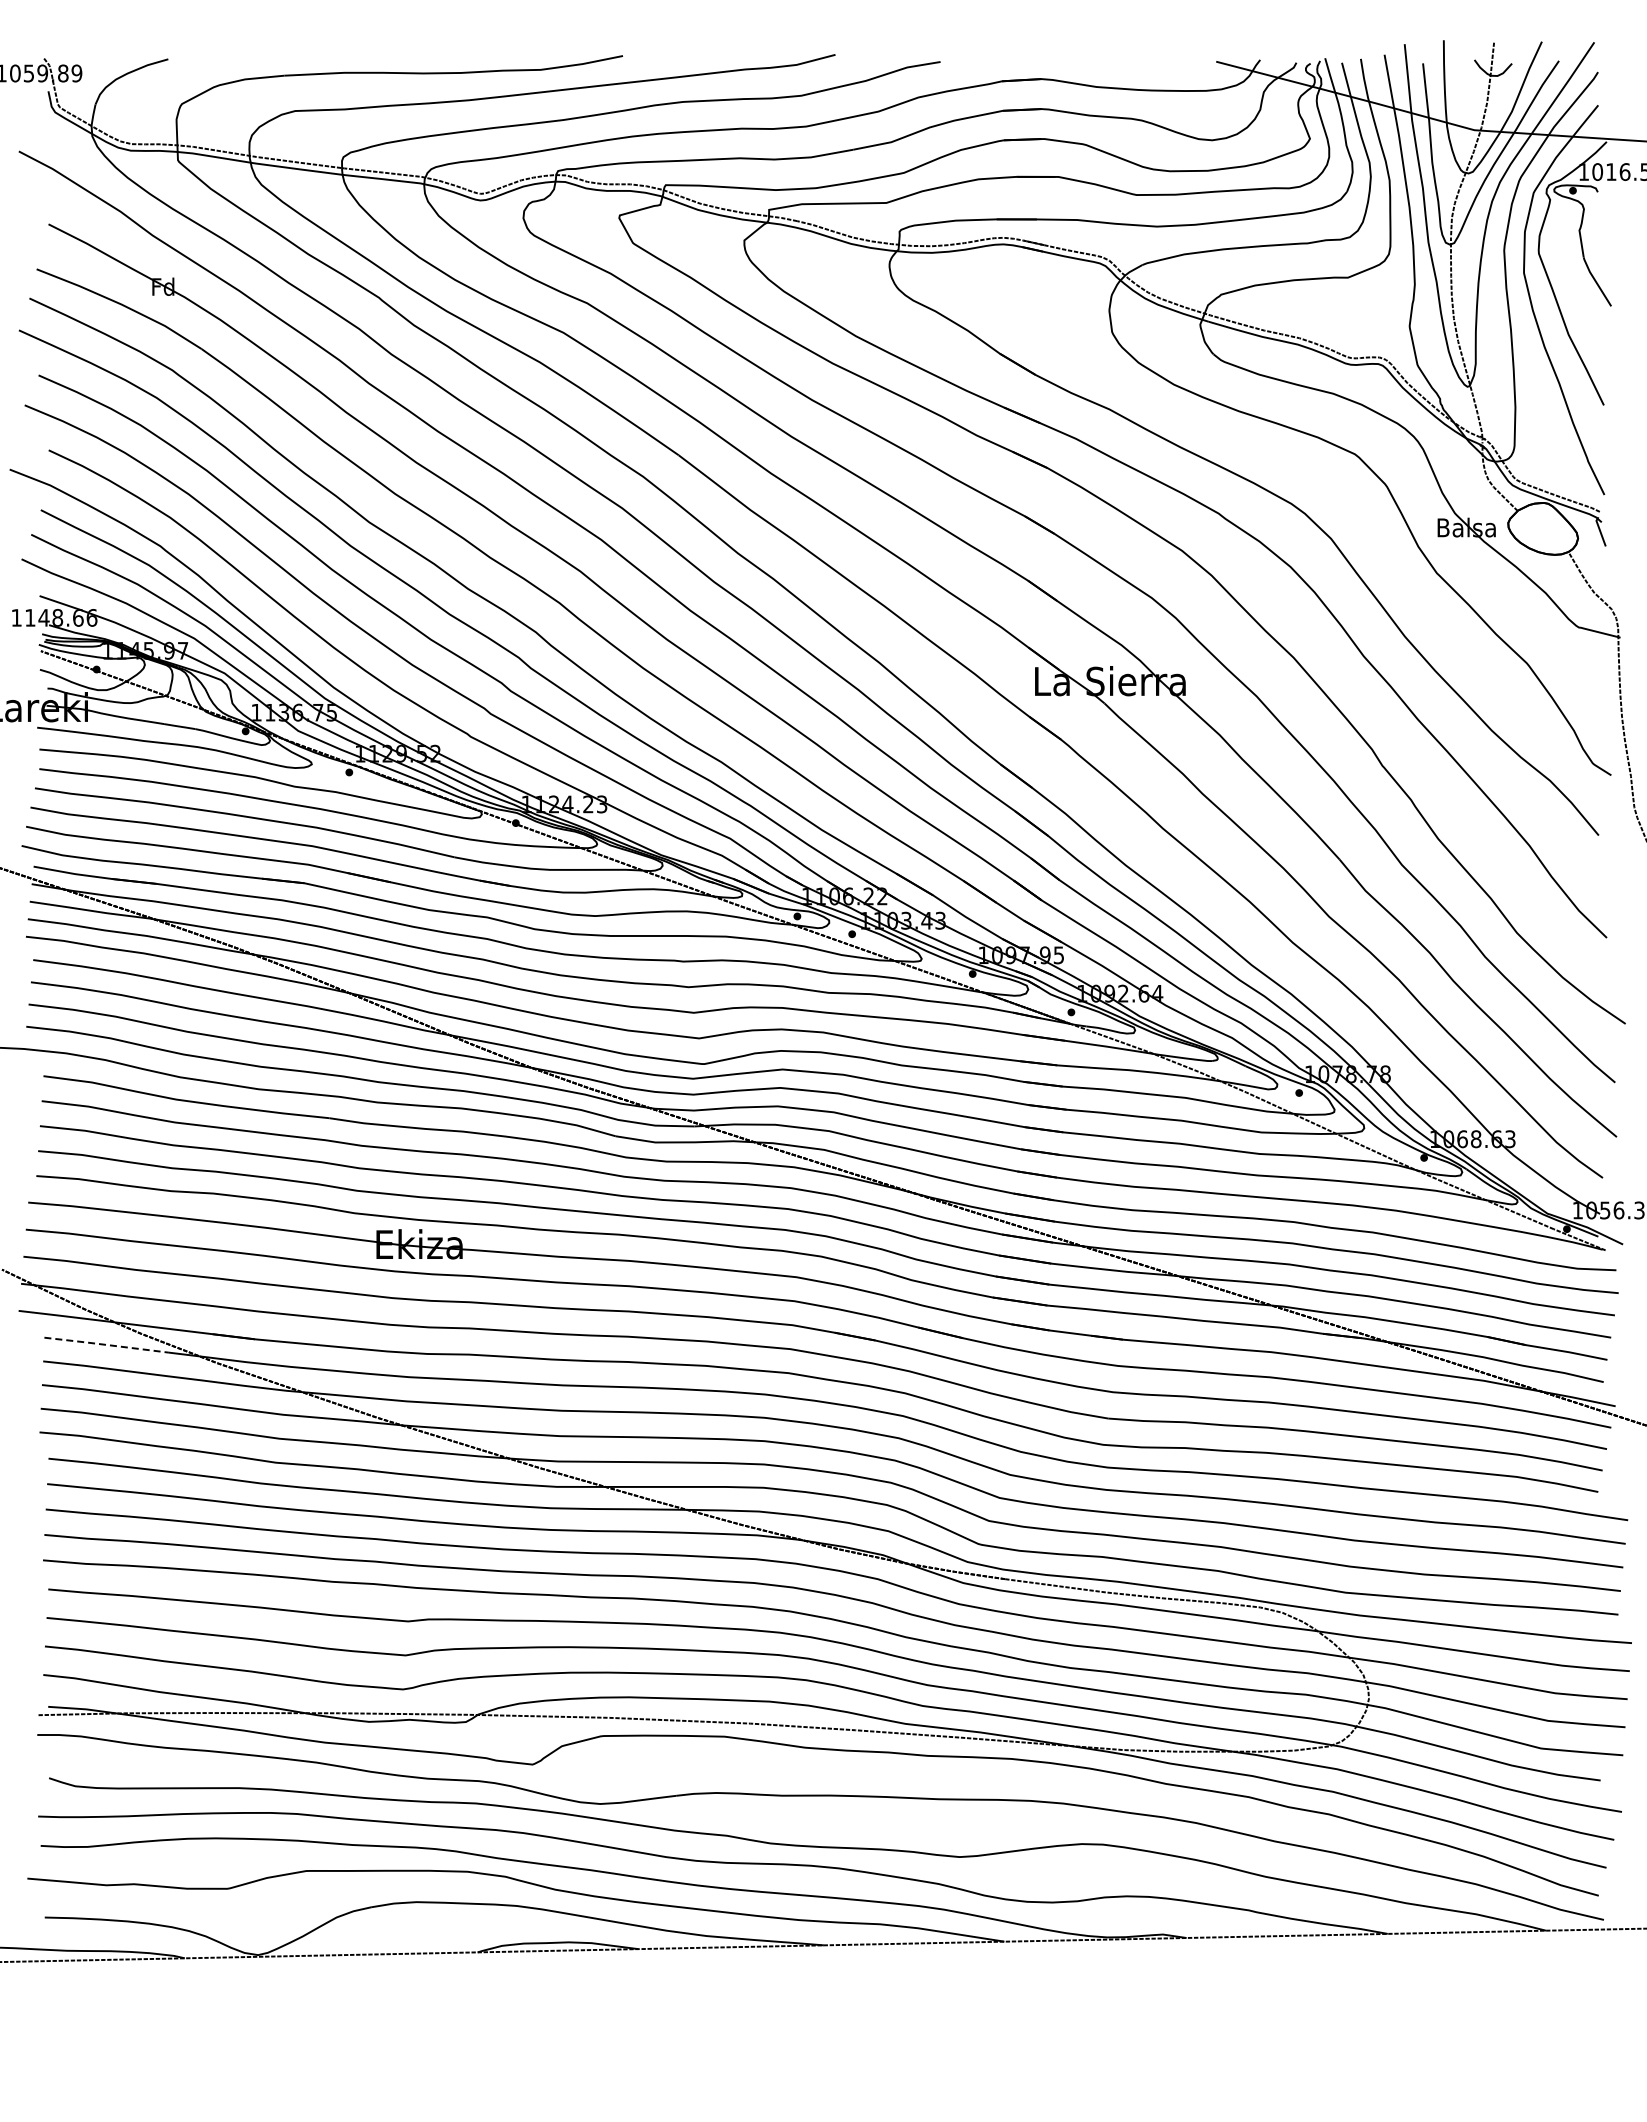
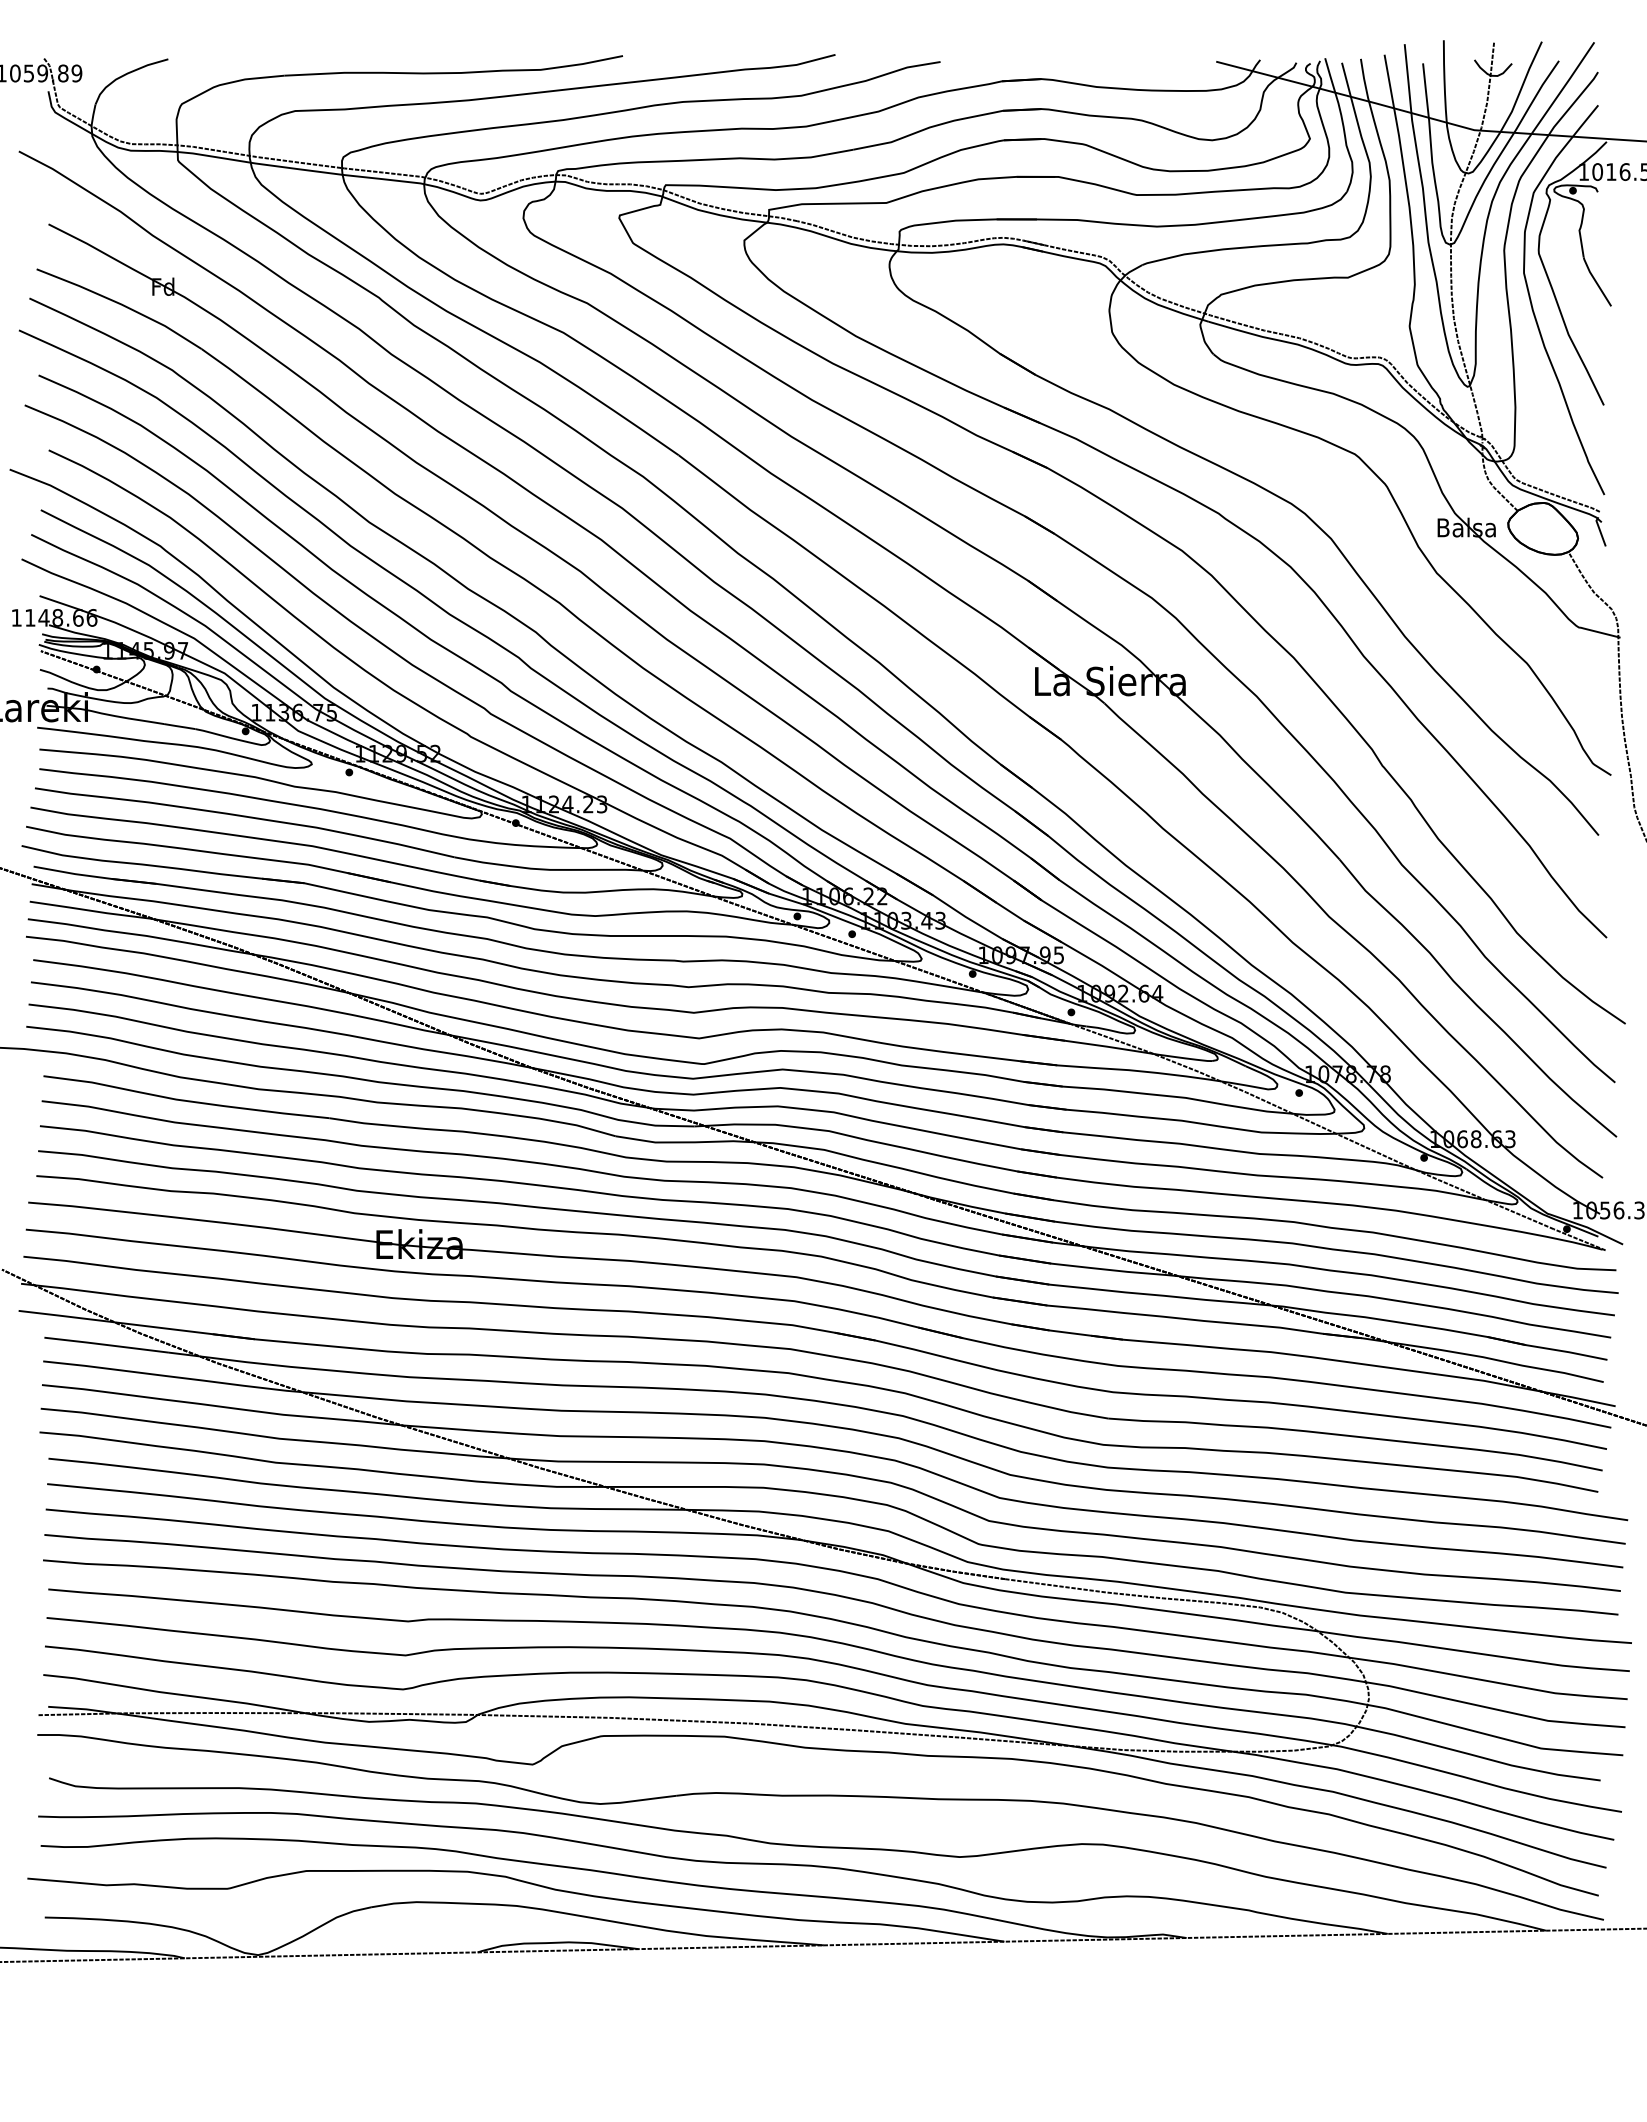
line at (106, 1344): dashed -> solid
